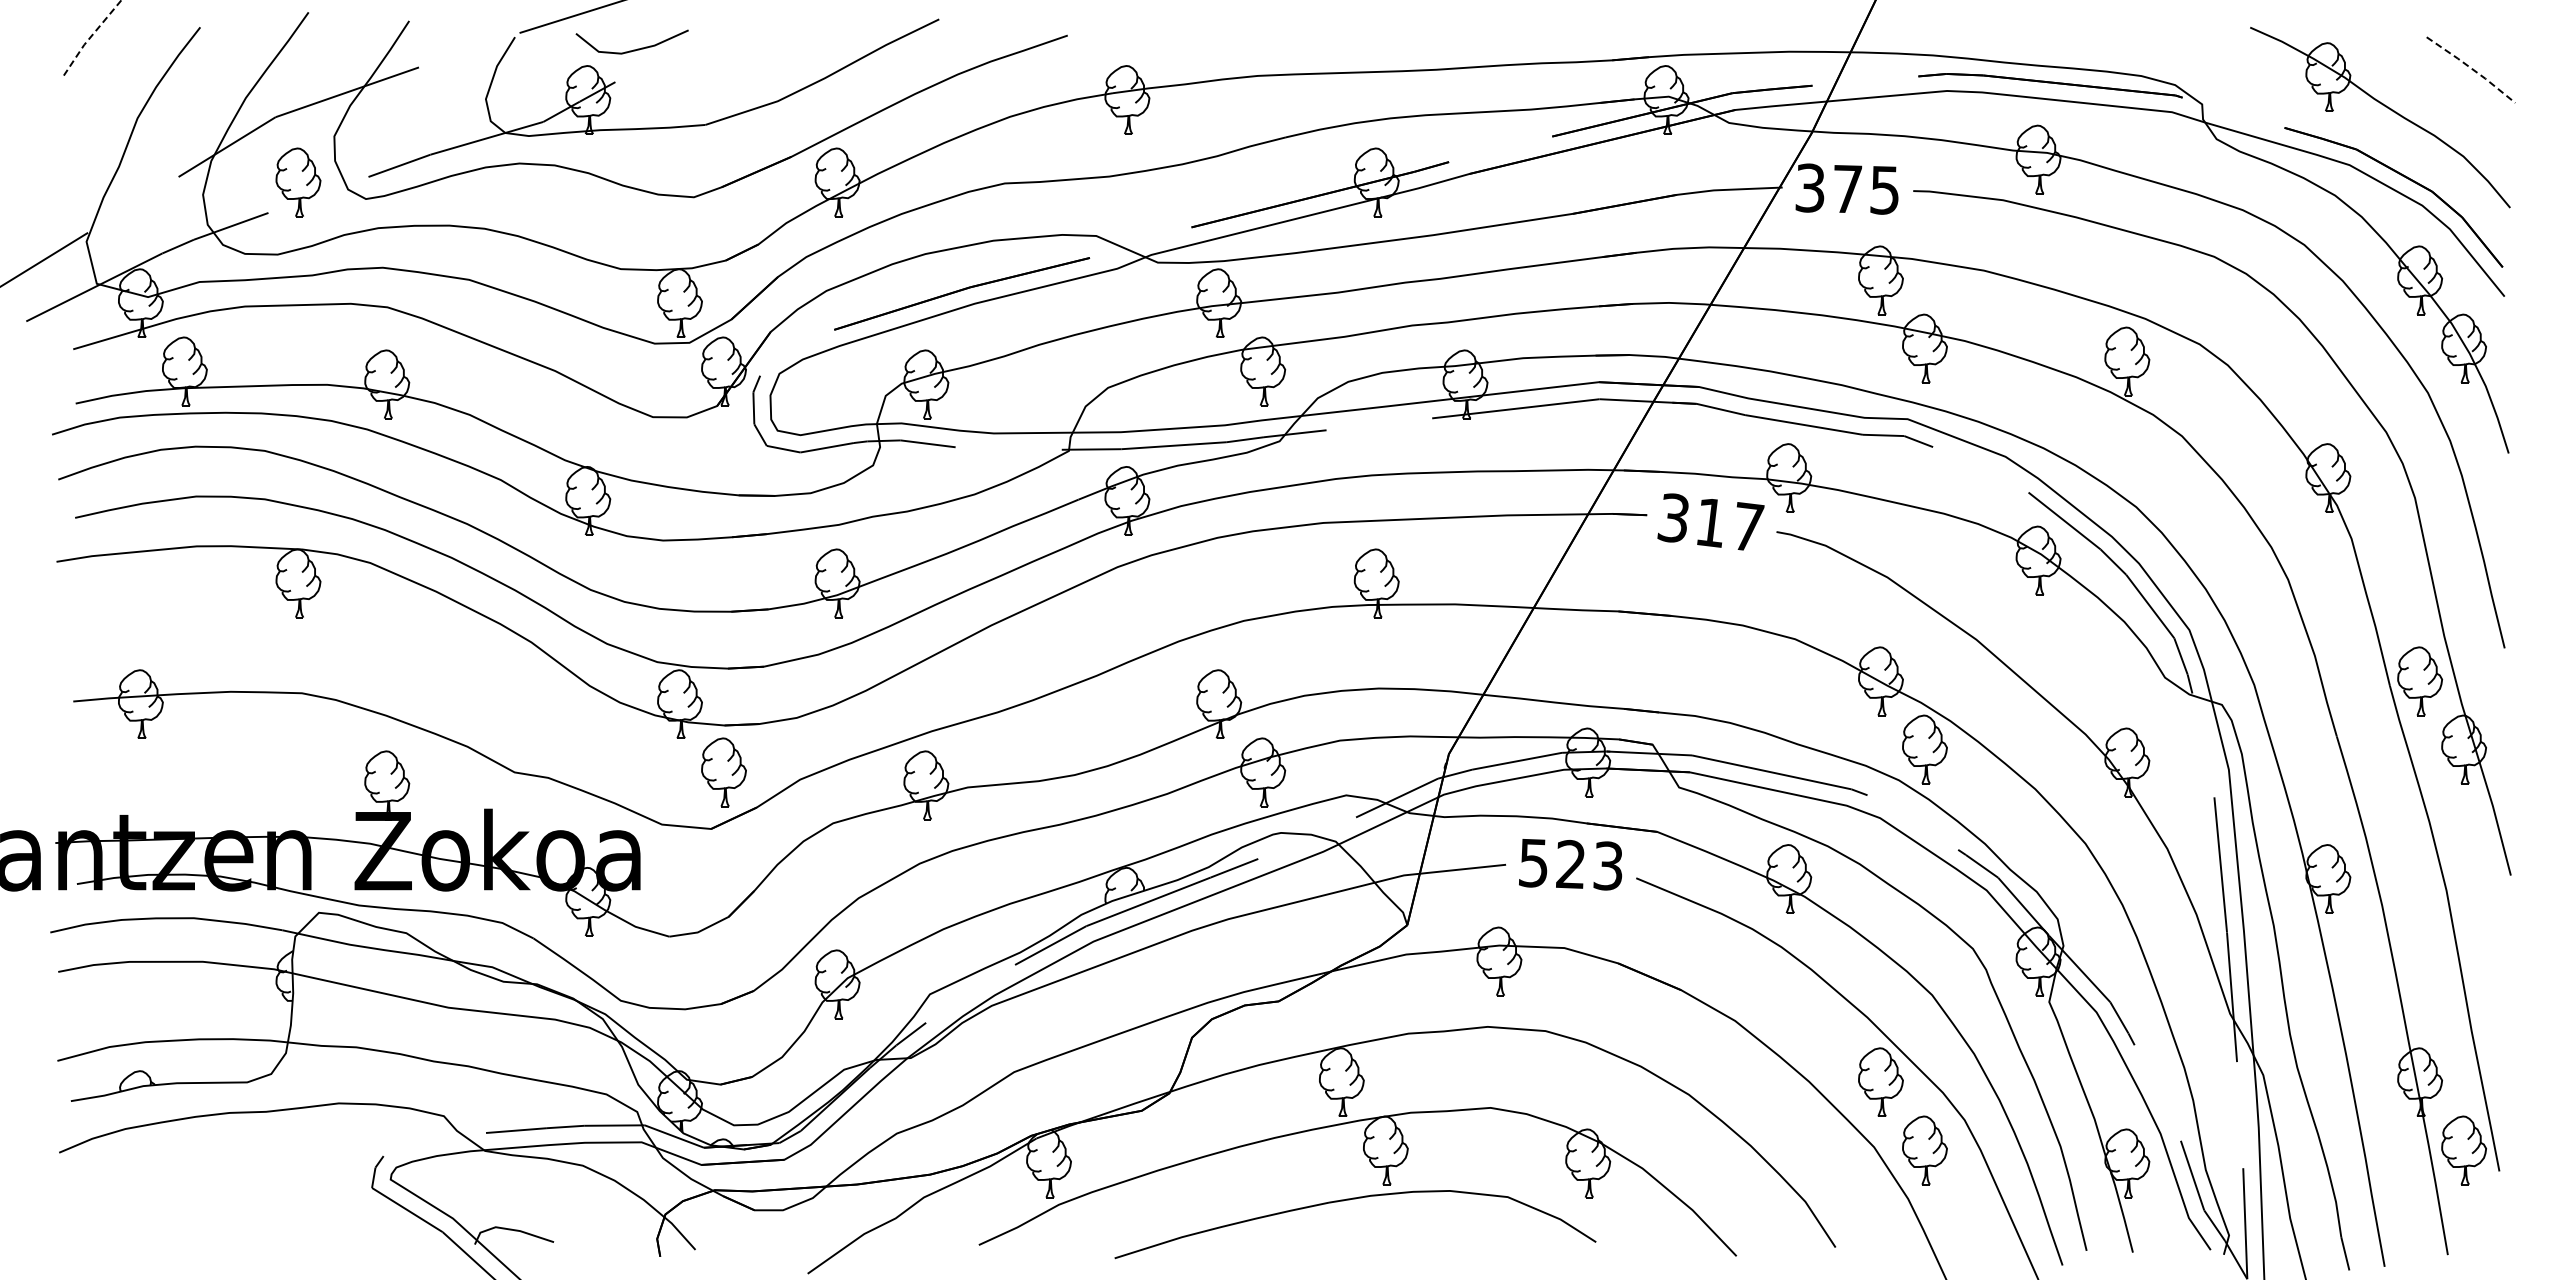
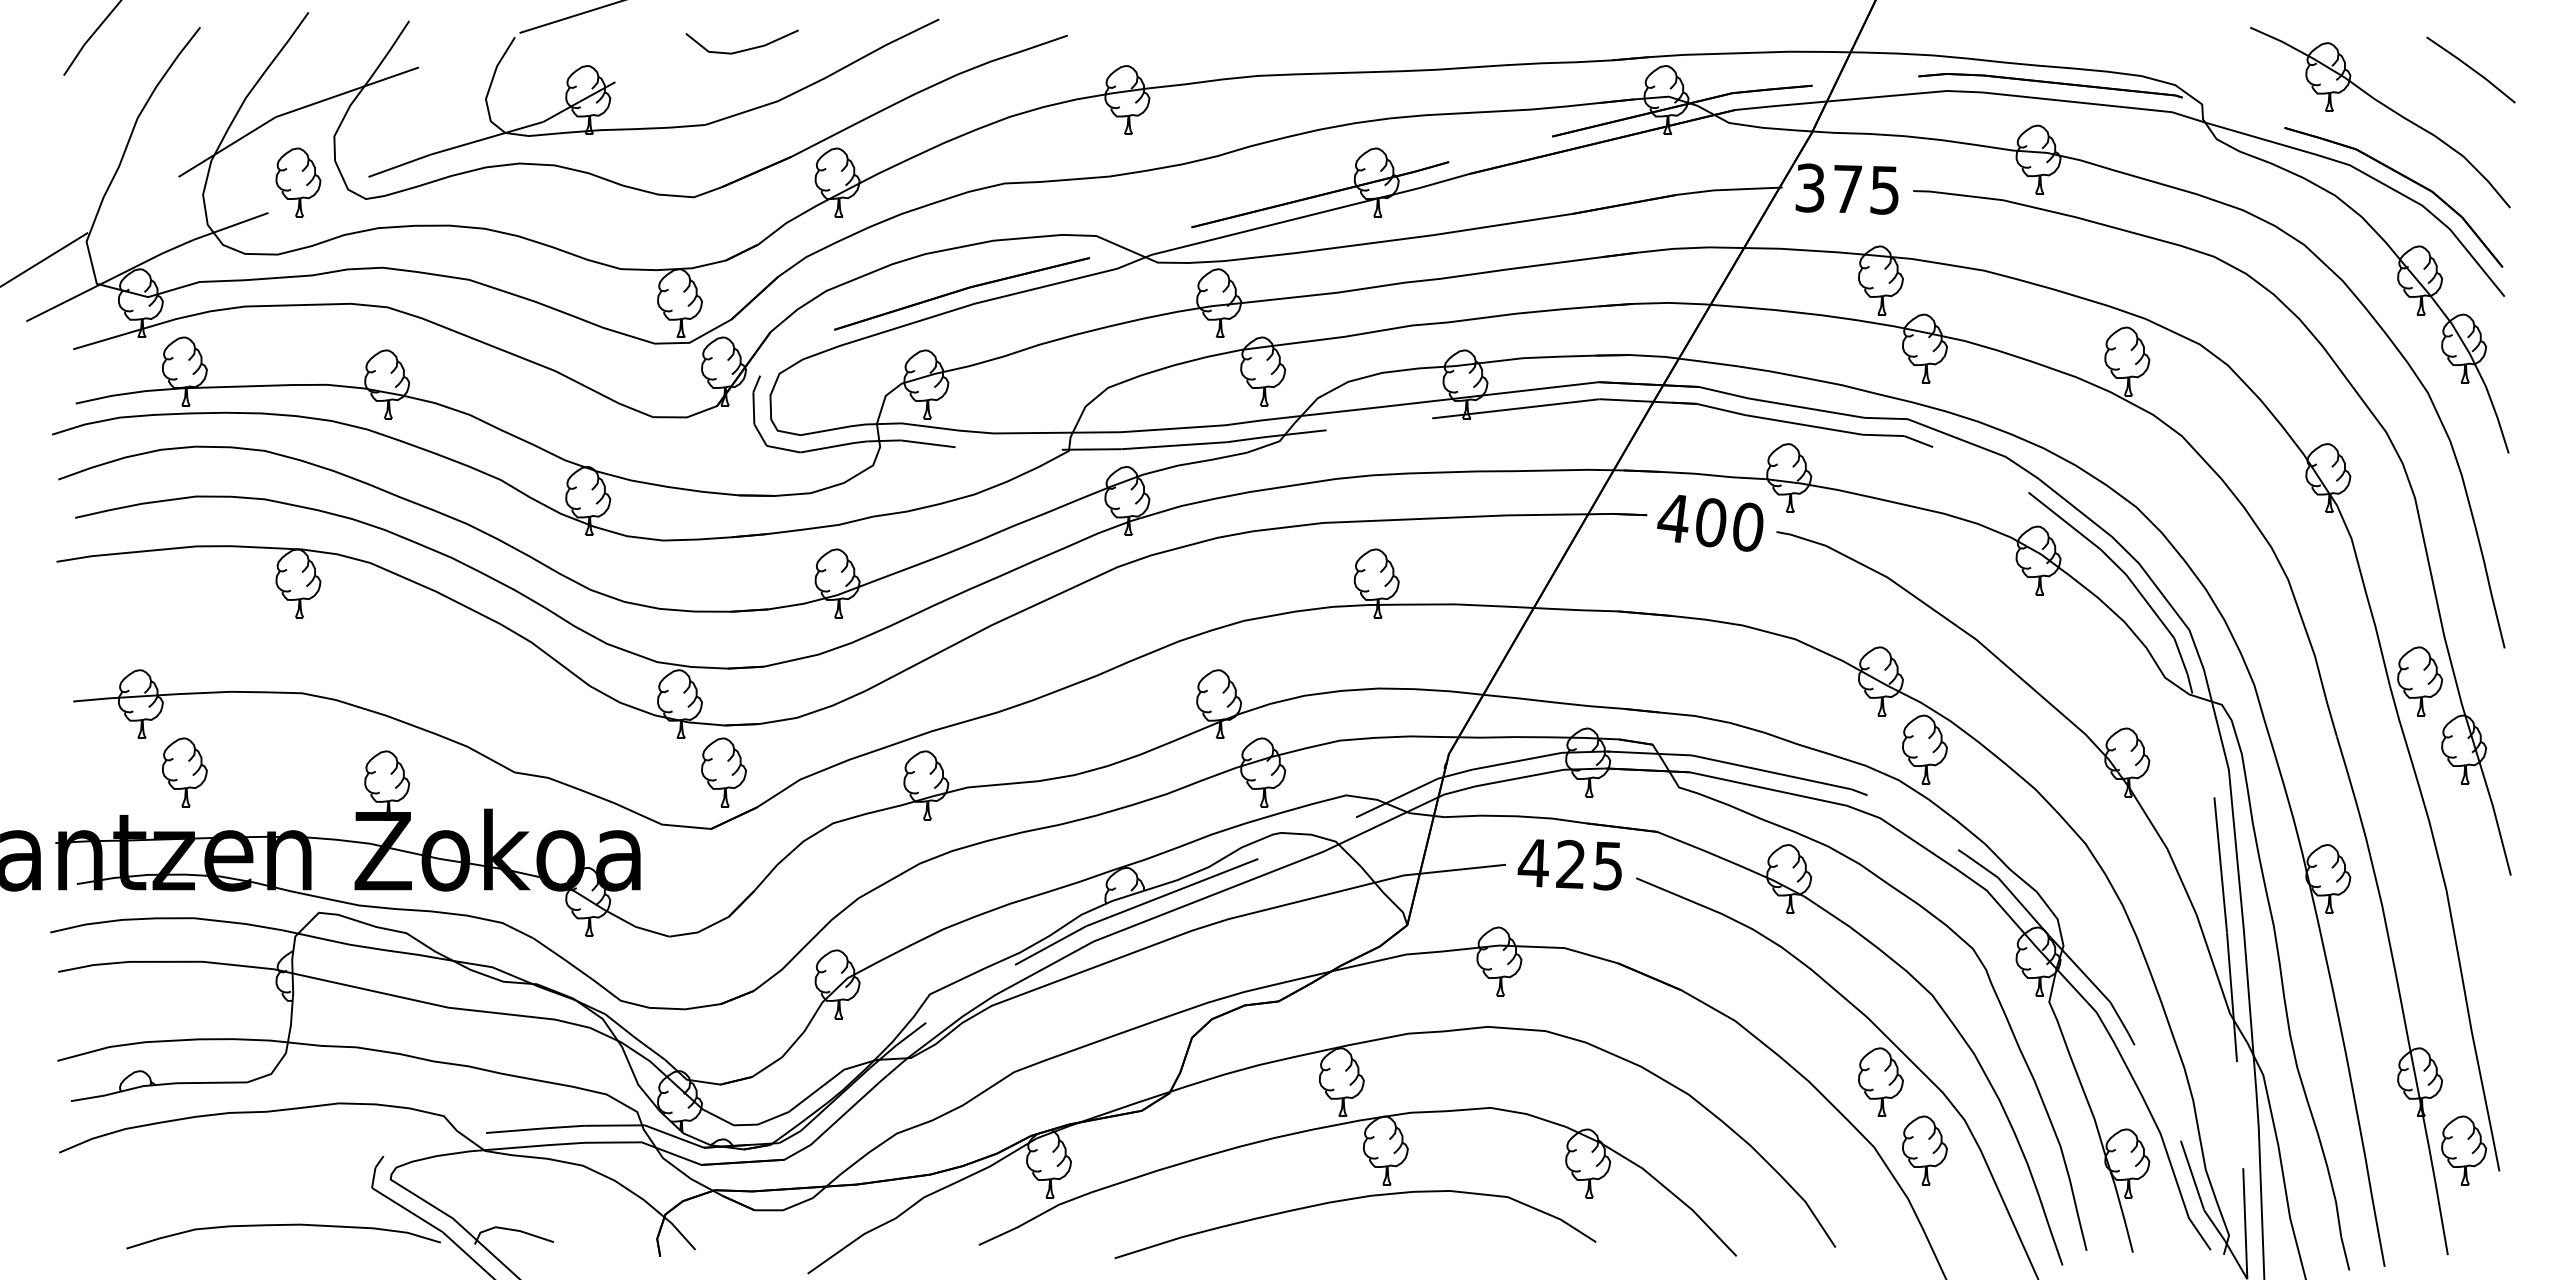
line at (90, 37): dashed -> solid
line at (633, 49) position: (633, 49) -> (743, 49)
line at (2472, 68): dashed -> solid
text at (1710, 522): 317 -> 400
part at (184, 772): none -> present
text at (1569, 864): 523 -> 425
curve at (283, 1225): none -> present
